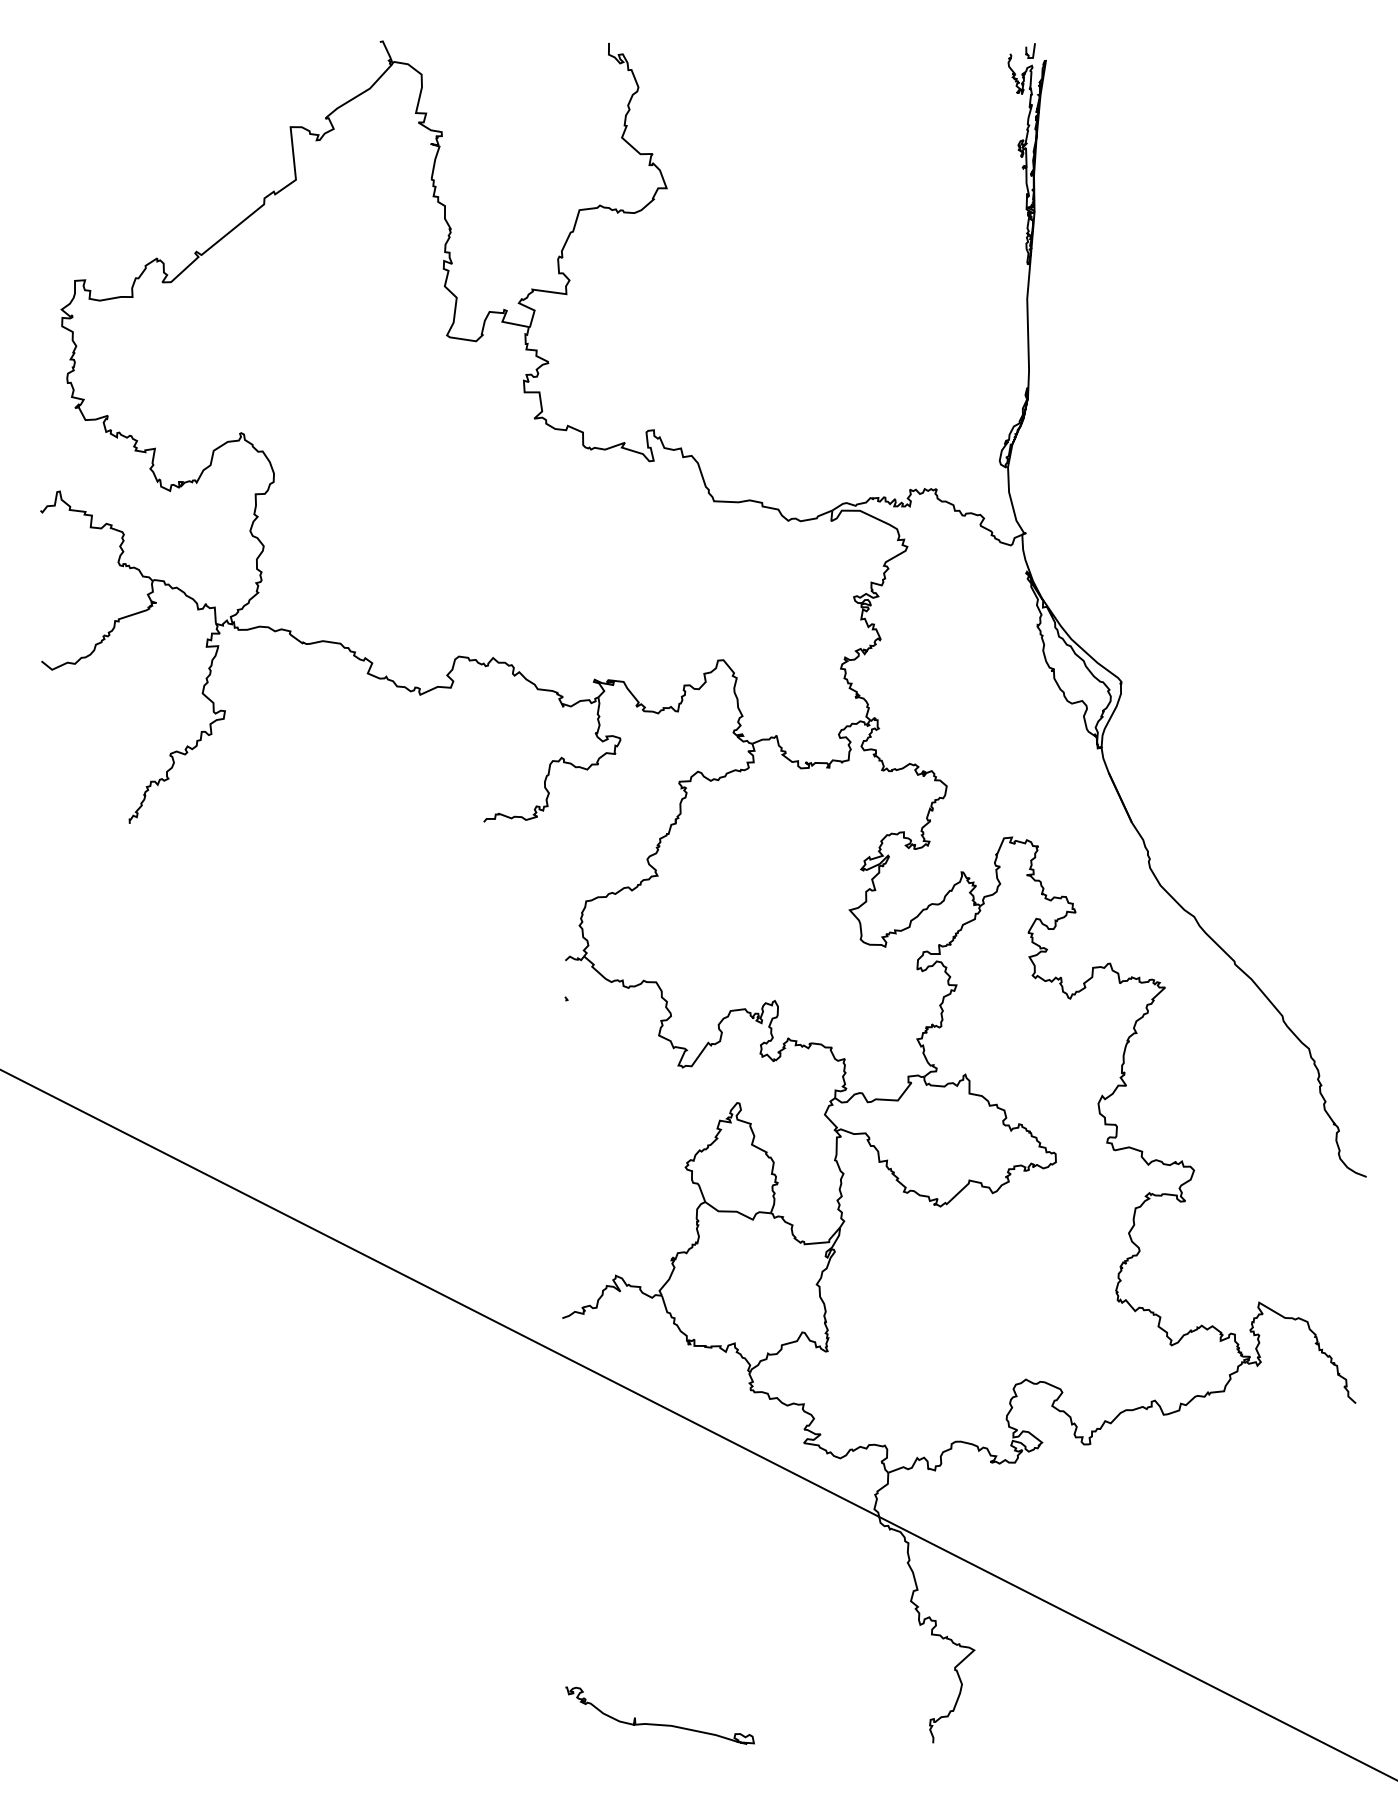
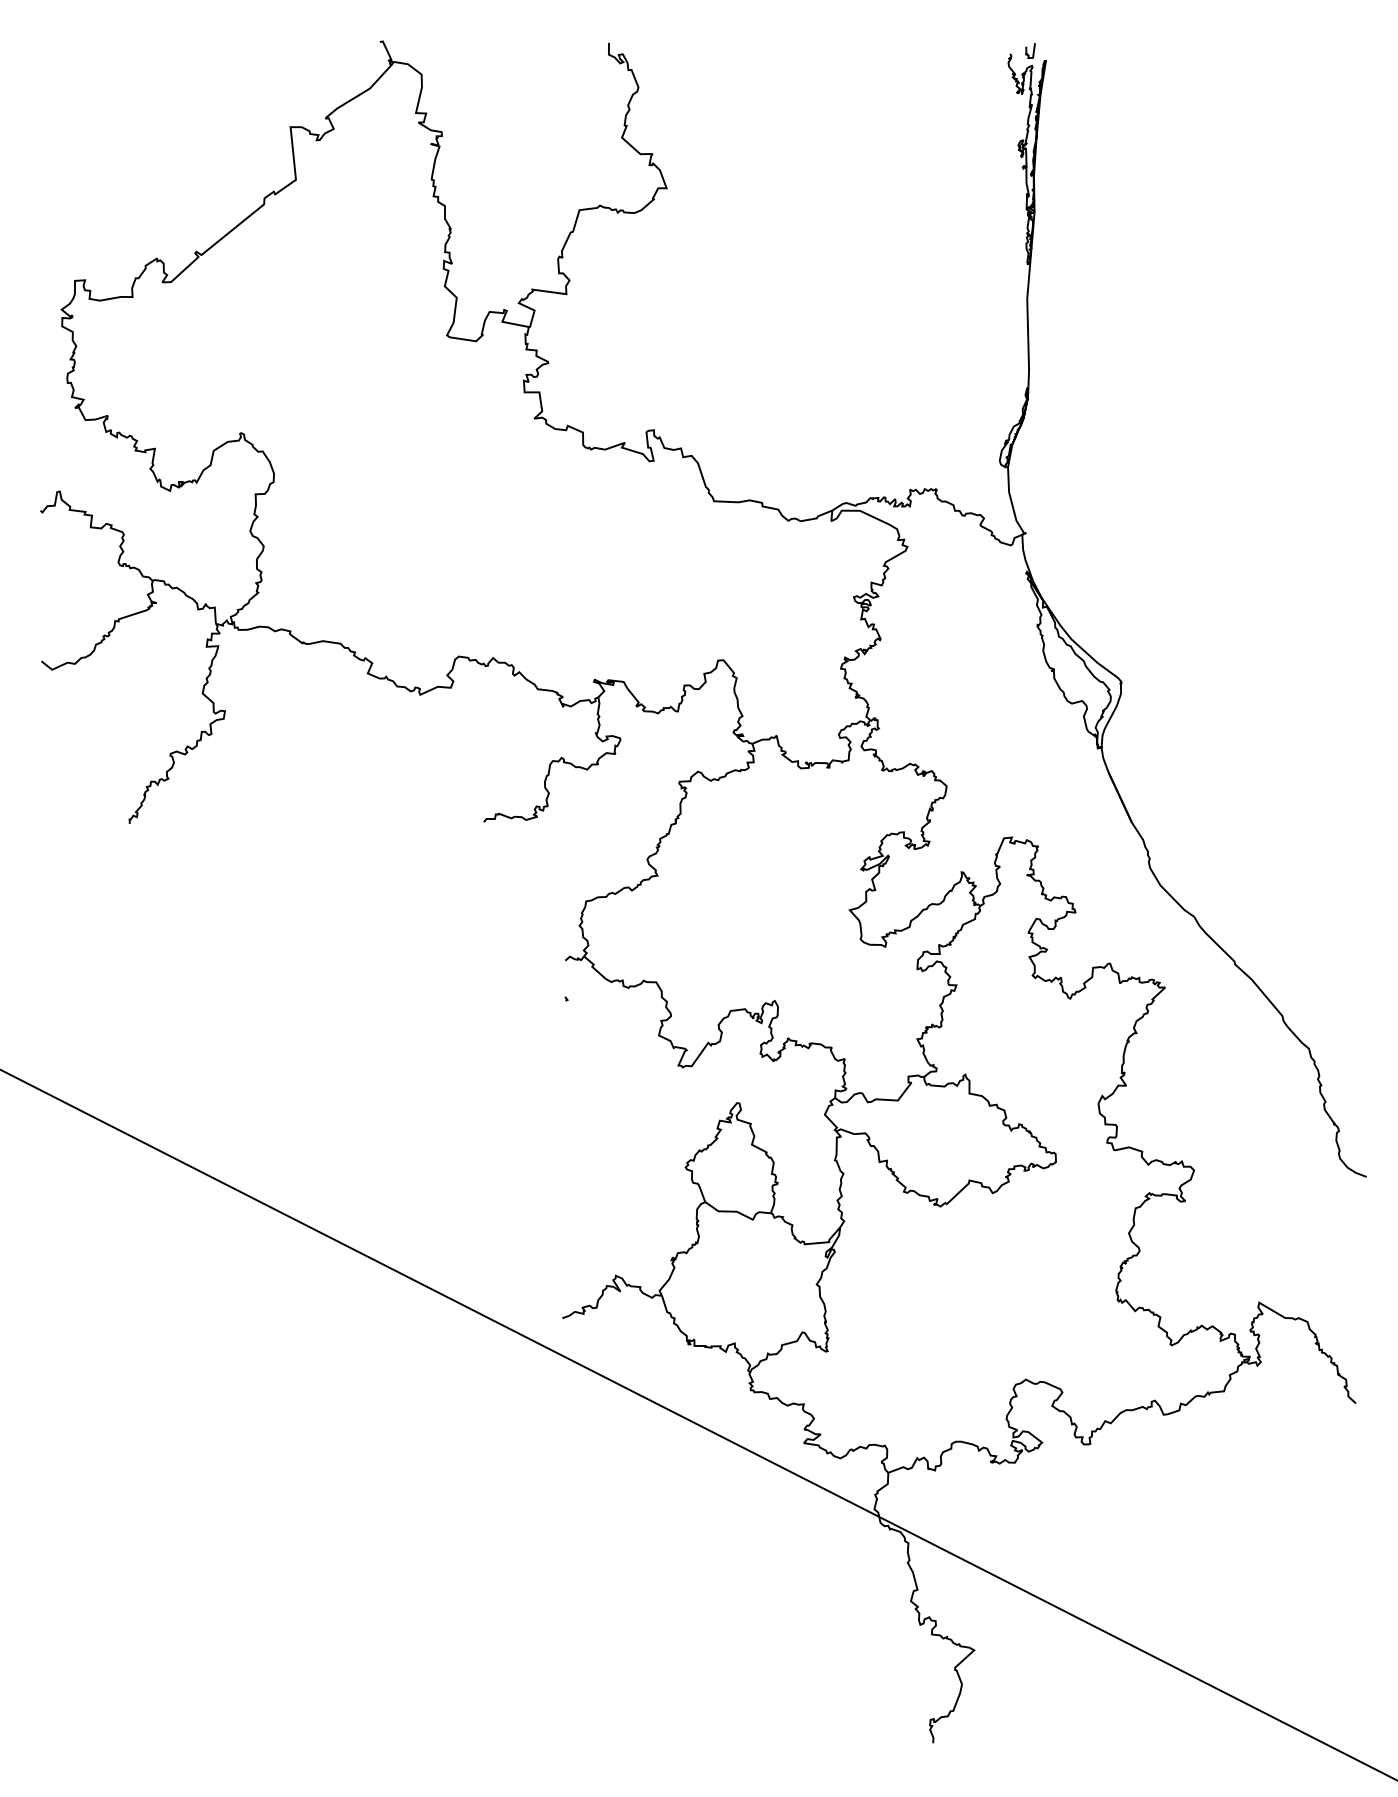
curve at (656, 1723): present -> none
